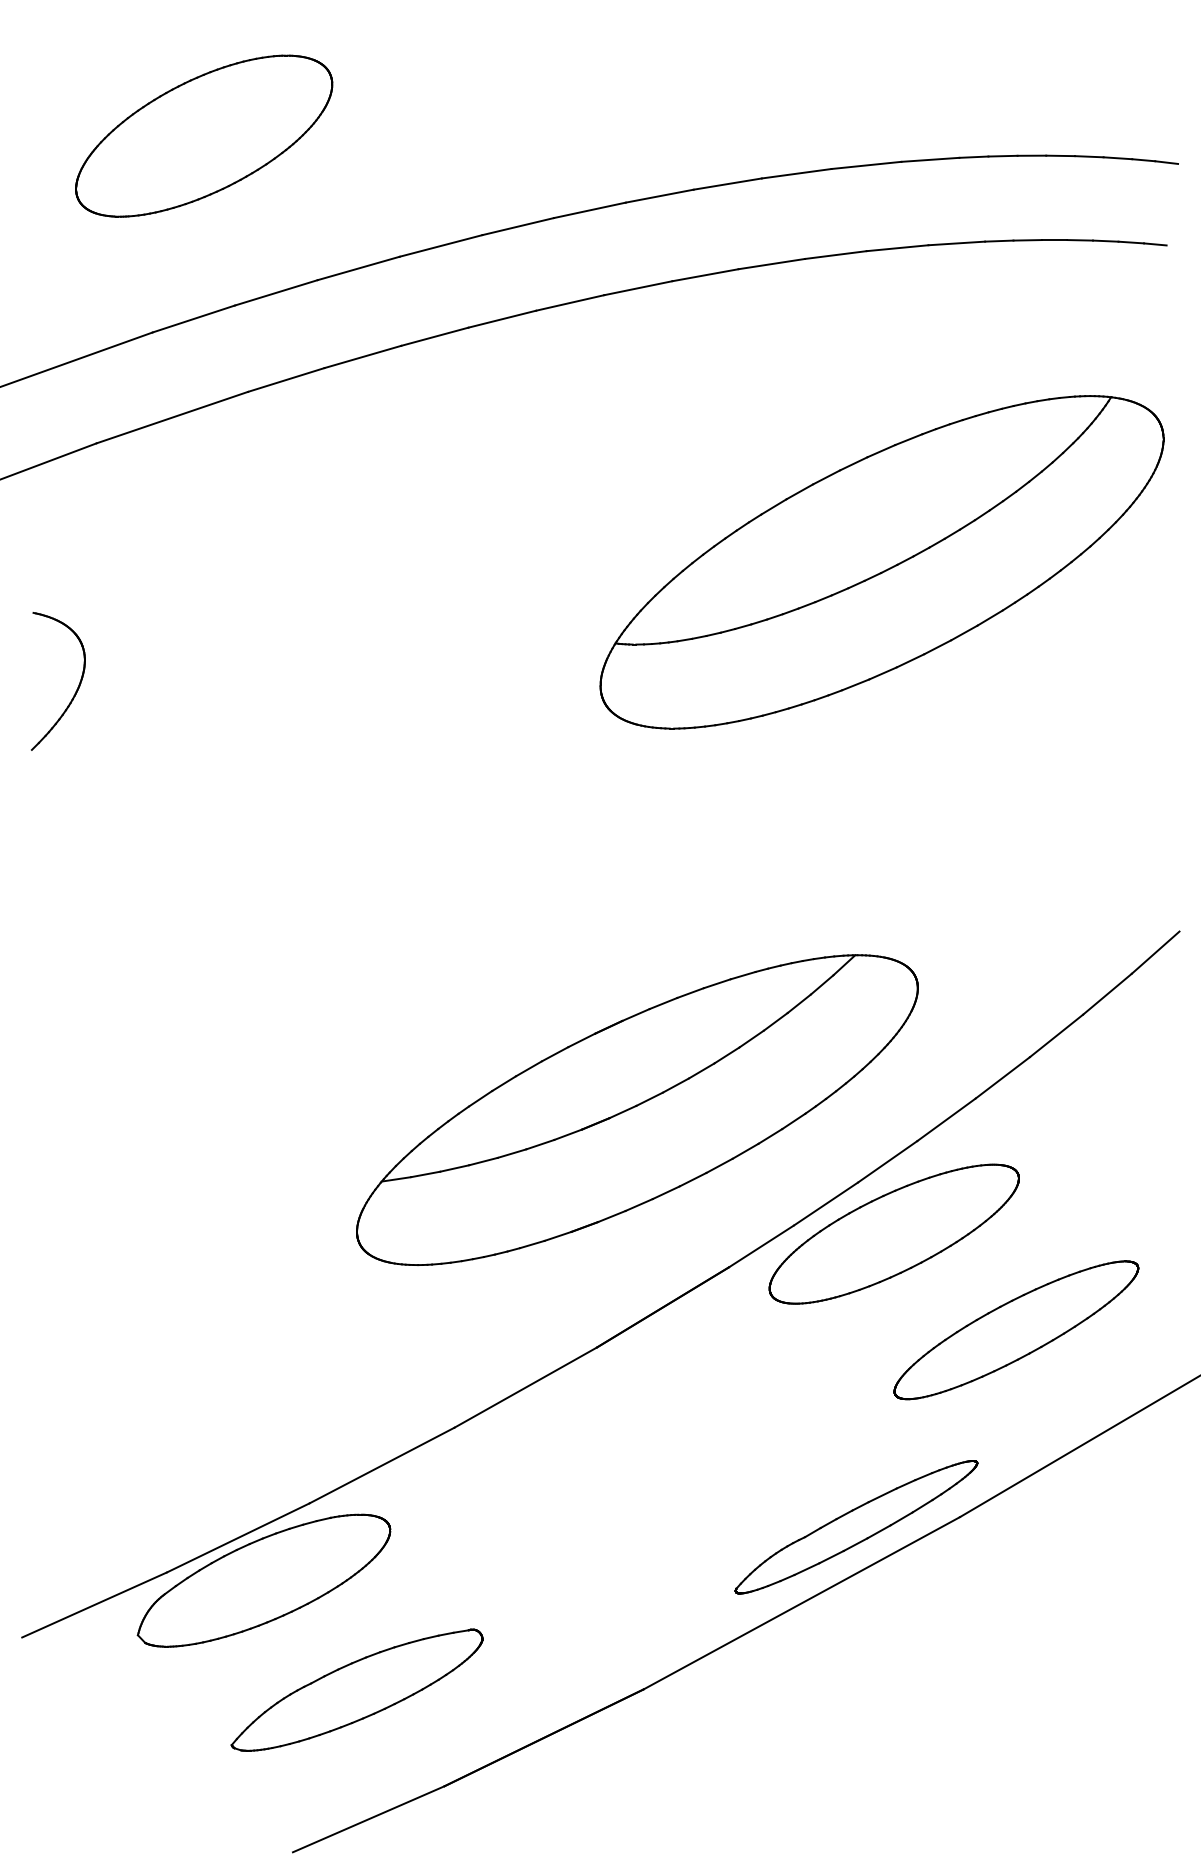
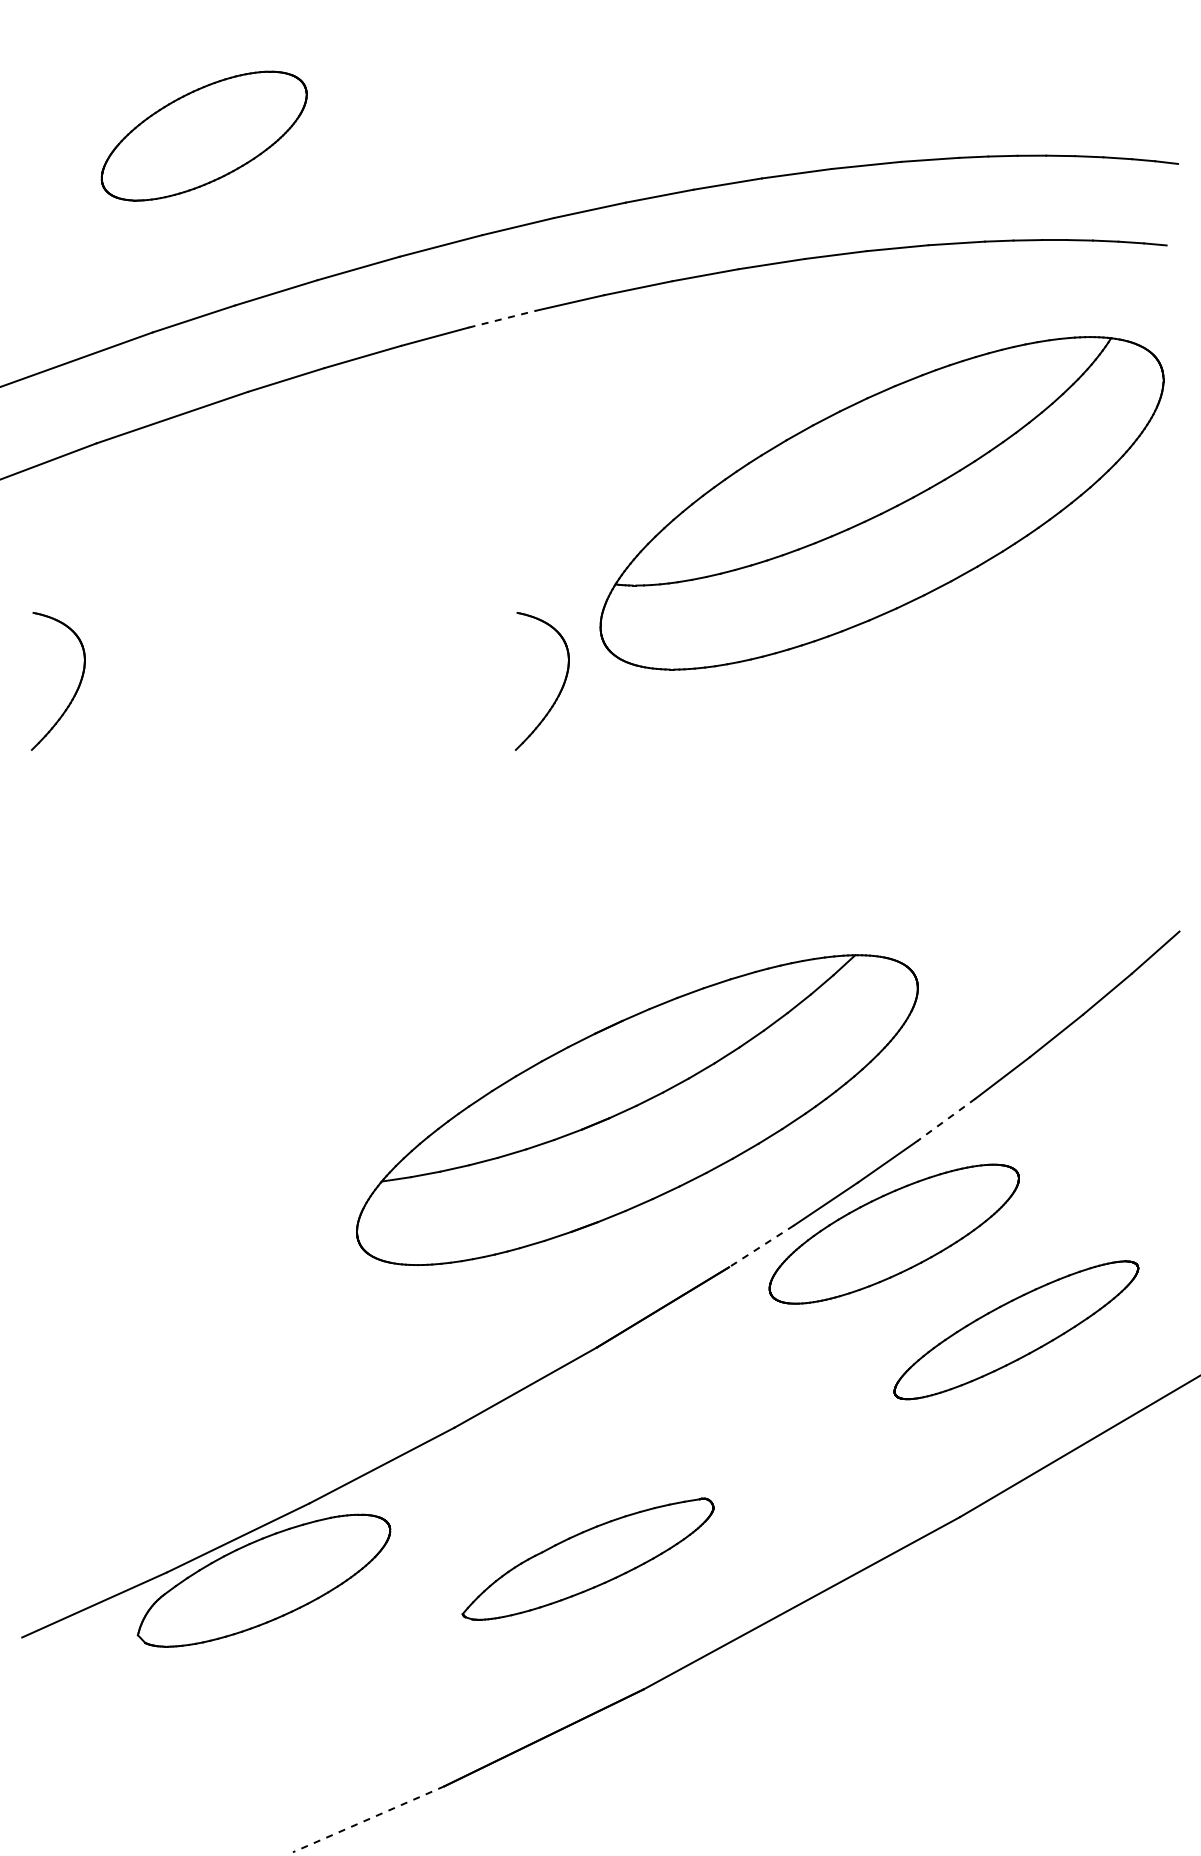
part at (204, 135) size: 259x164 px -> 208x132 px
line at (502, 319): solid -> dashed
part at (881, 562) position: (881, 562) -> (881, 503)
part at (560, 689): none -> present
line at (946, 1120): solid -> dashed
line at (761, 1246): solid -> dashed
part at (856, 1527): present -> none
part at (356, 1689) position: (356, 1689) -> (587, 1558)
line at (368, 1819): solid -> dashed
